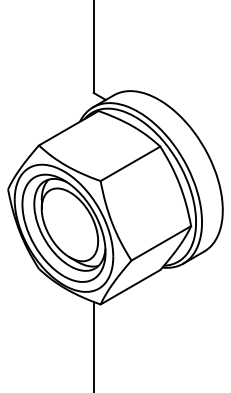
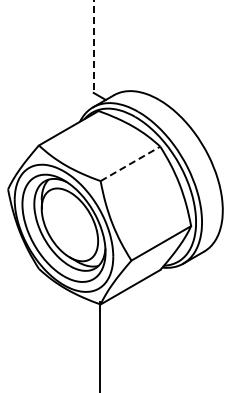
line at (93, 47): solid -> dashed
line at (130, 163): solid -> dashed
line at (93, 345) position: (93, 345) -> (99, 345)
